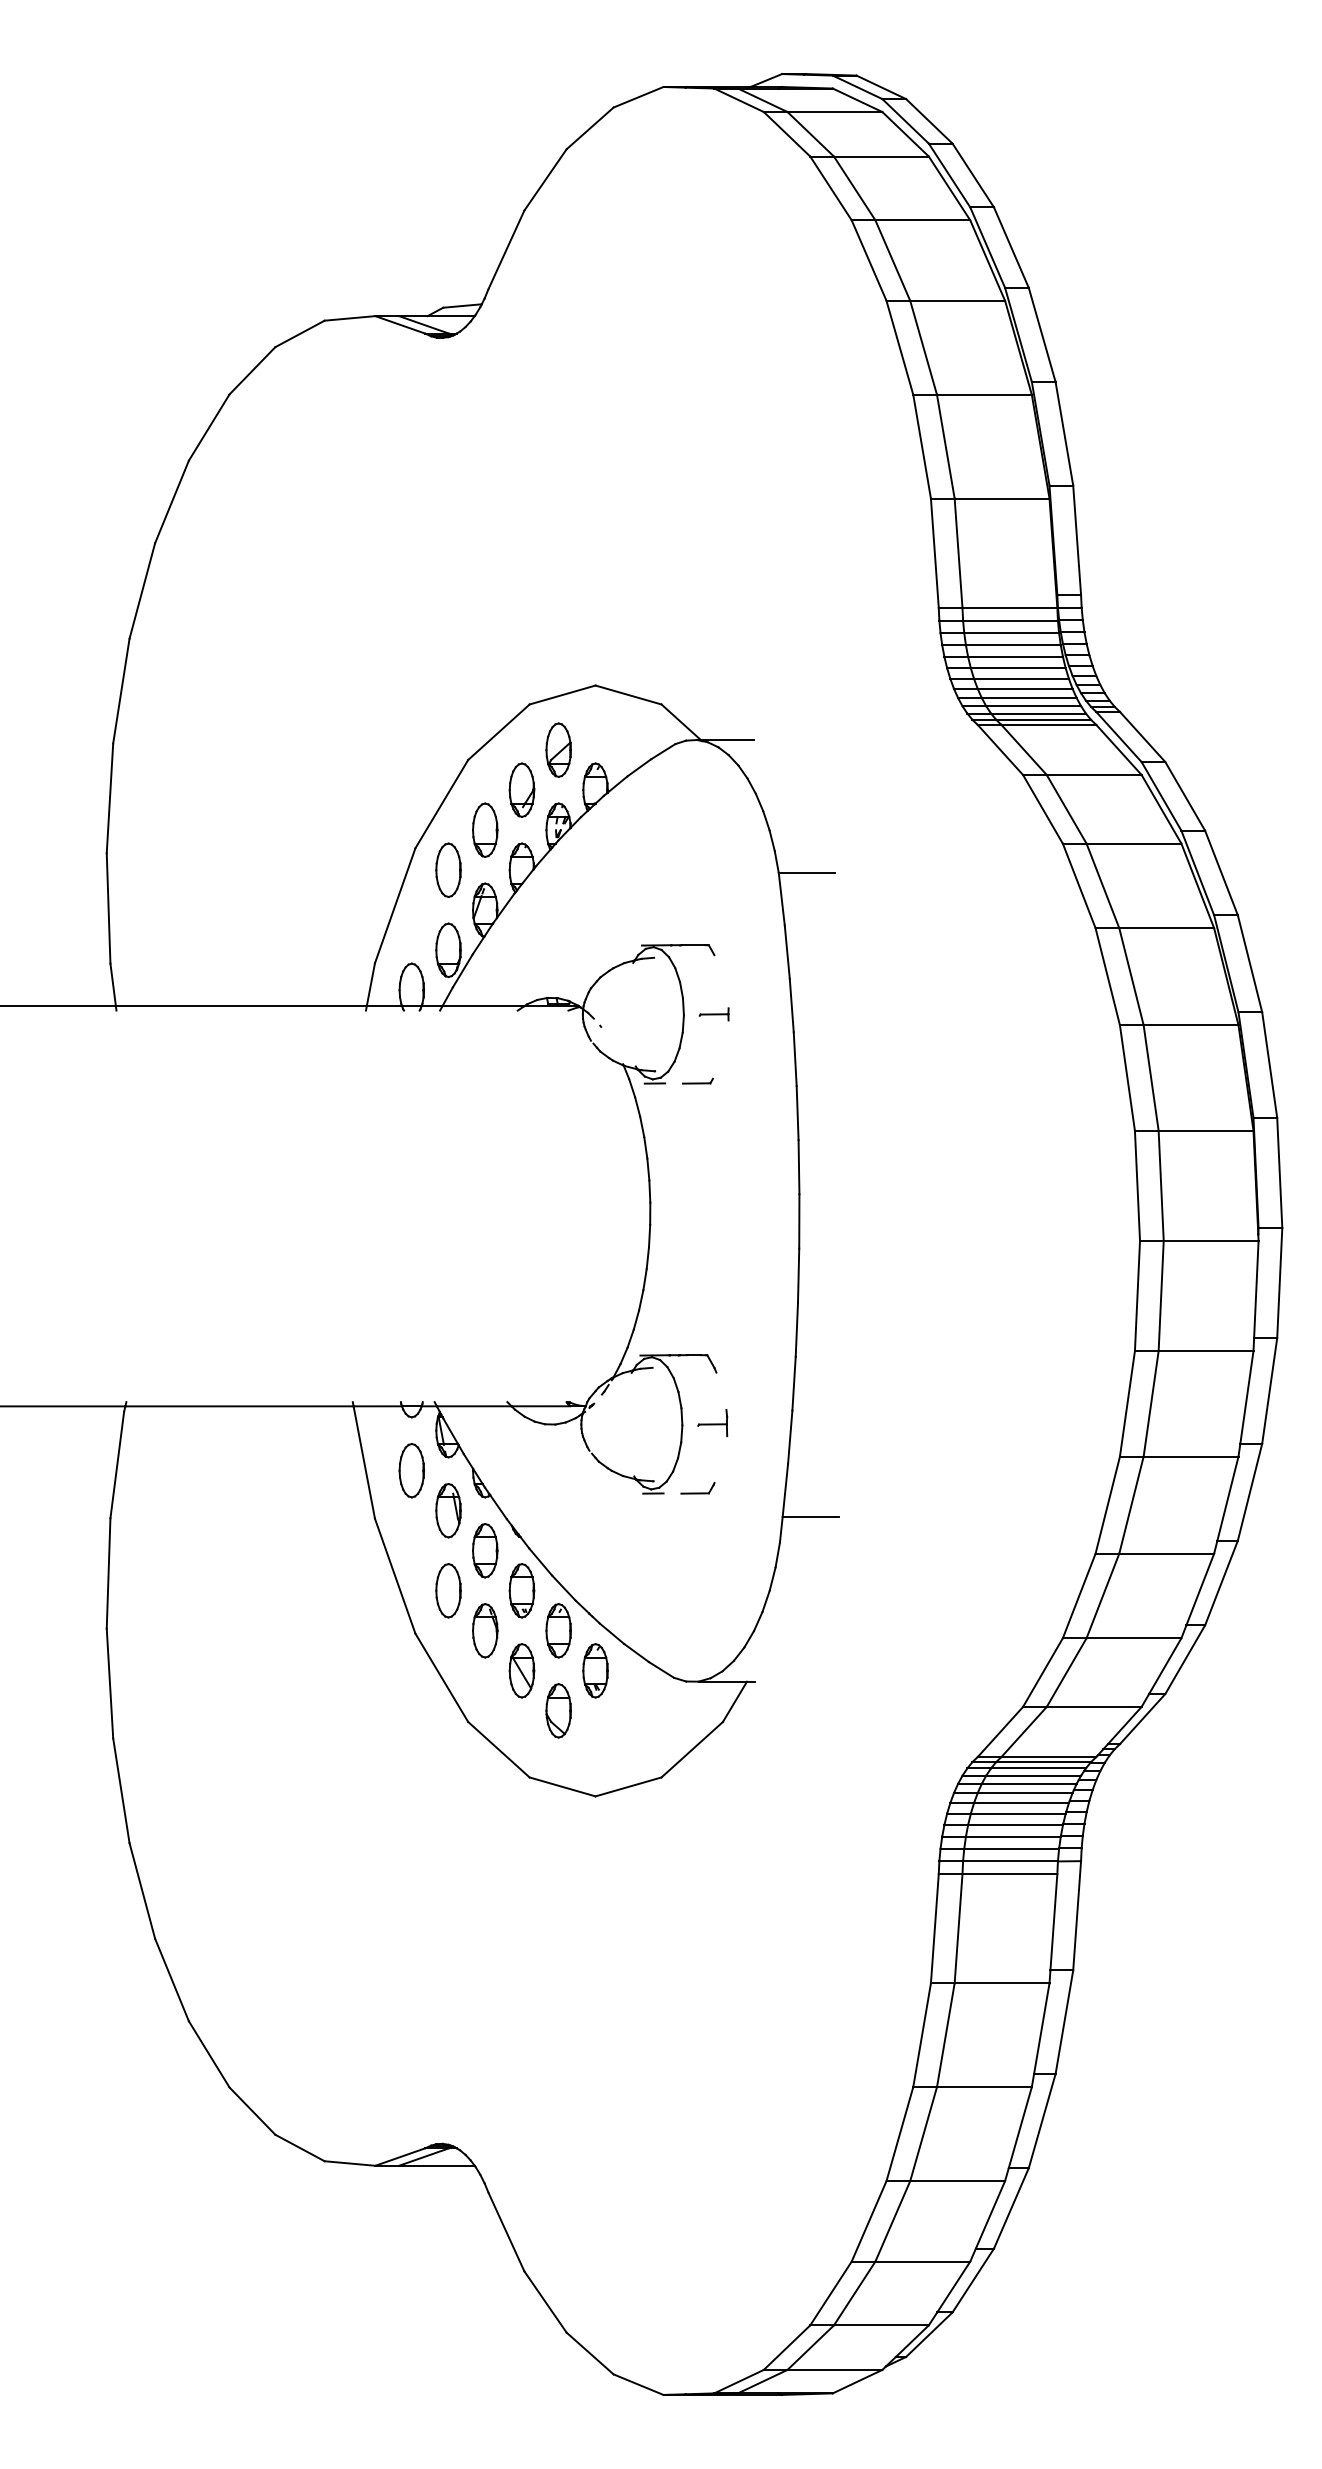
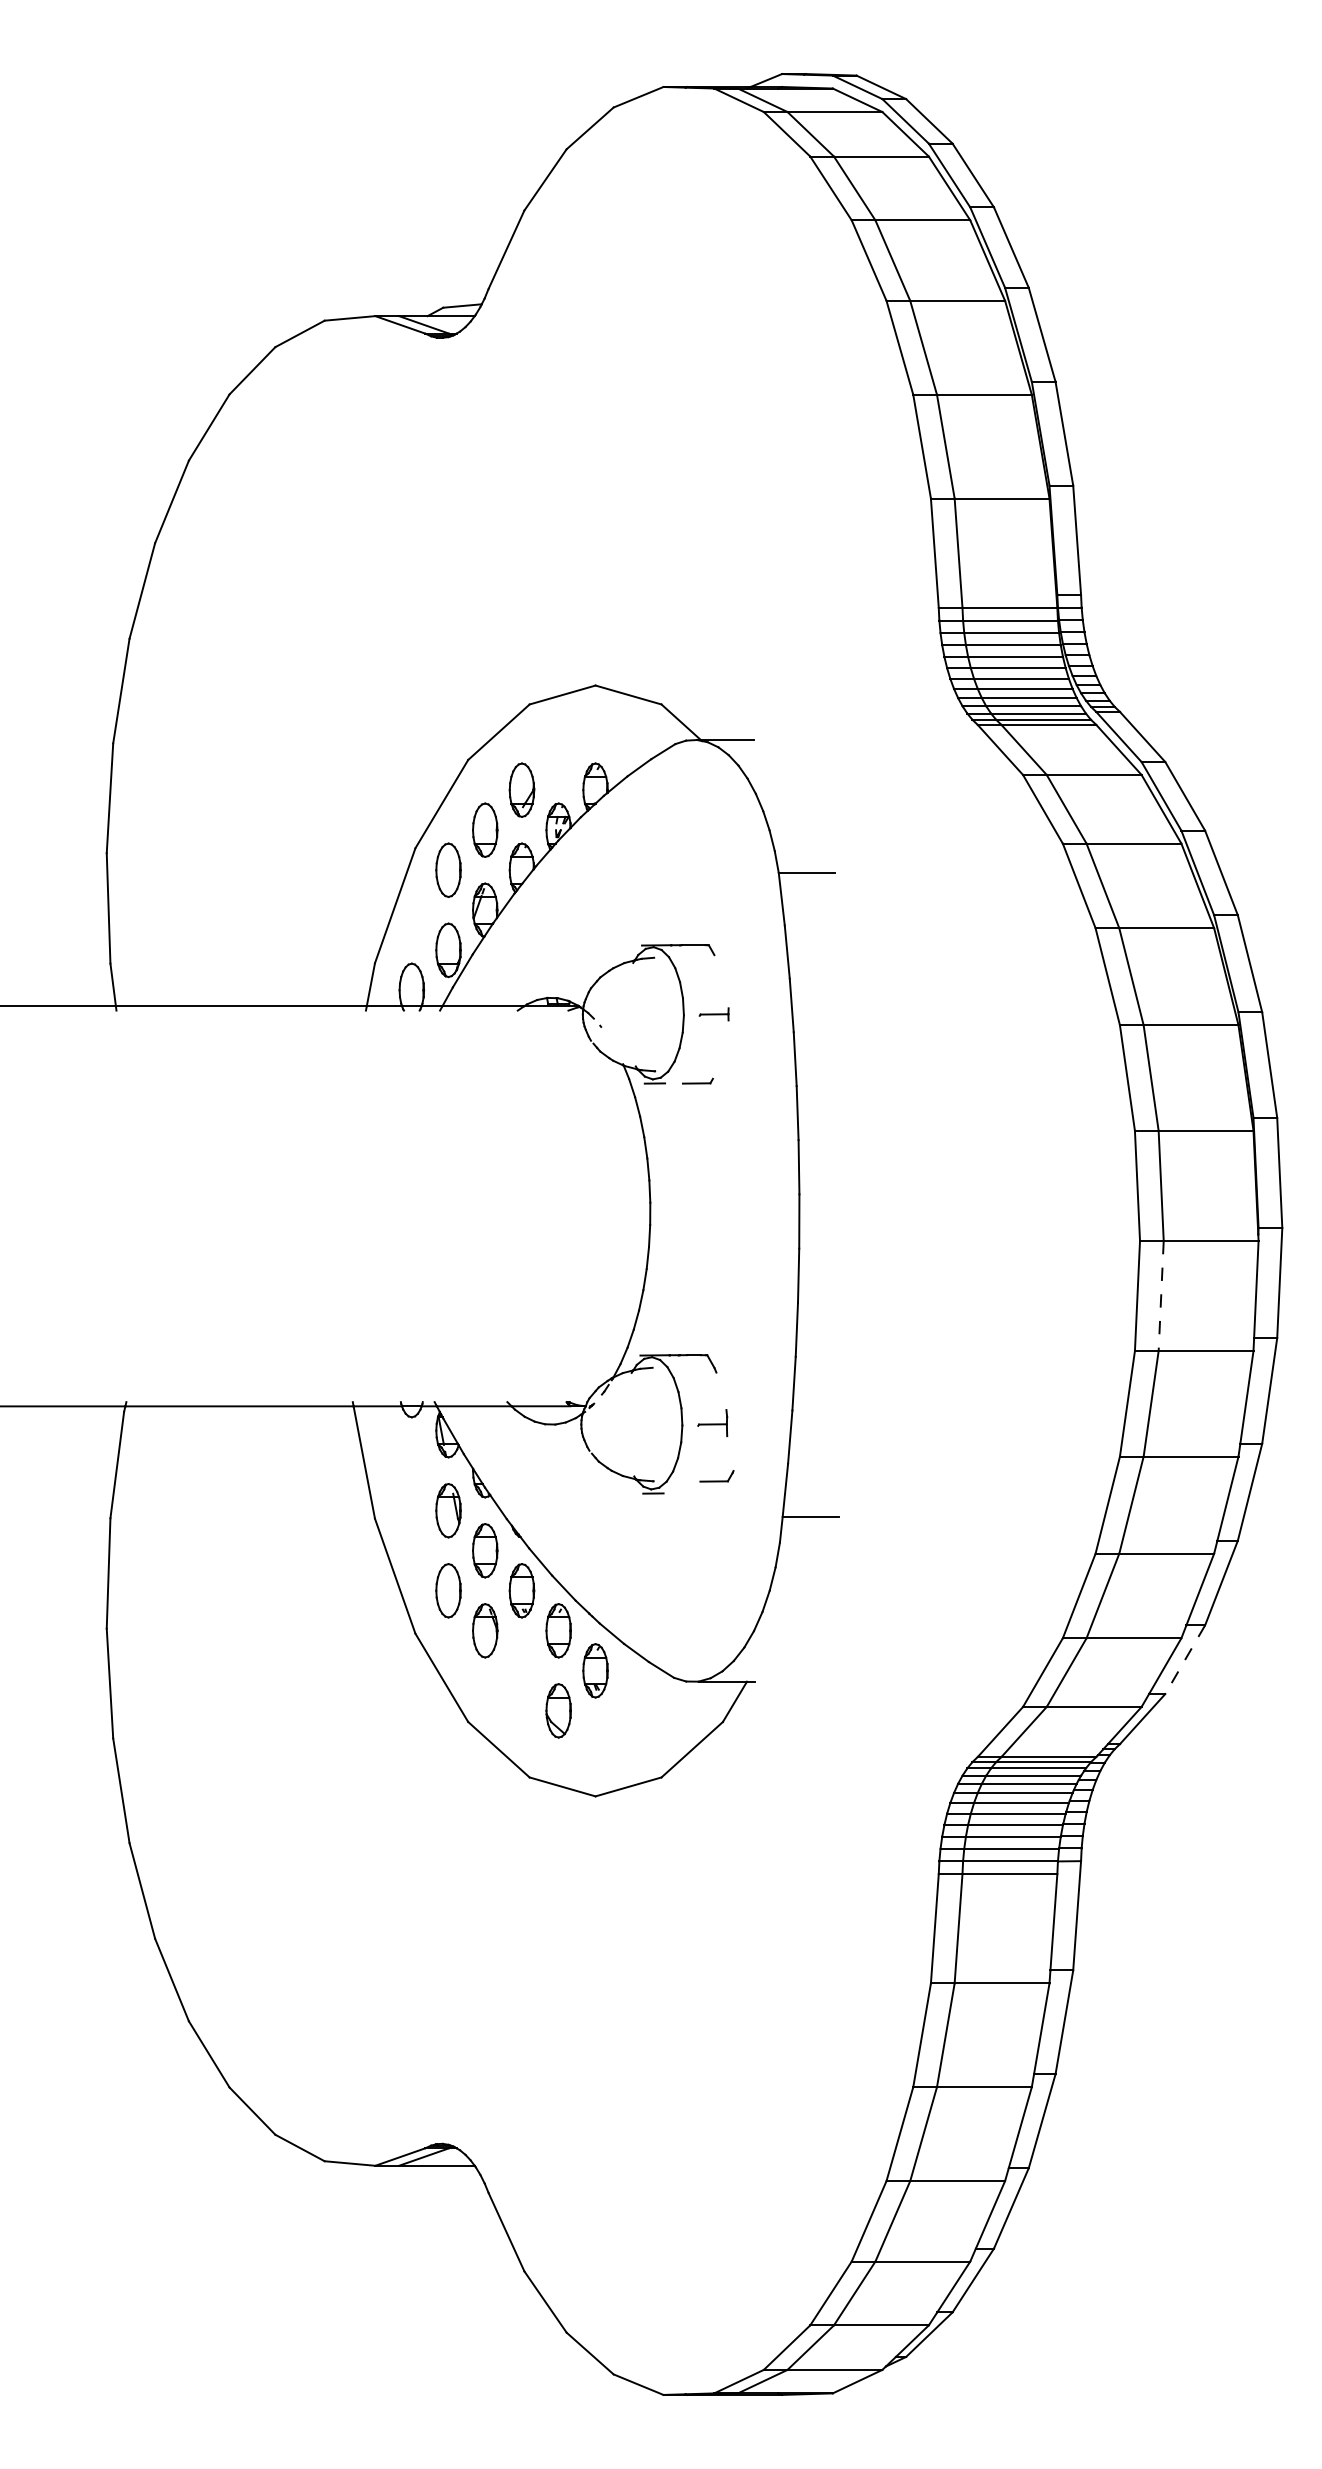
part at (558, 749): present -> none
line at (1161, 1296): solid -> dashed
part at (411, 1470): present -> none
part at (697, 1488) position: (697, 1488) -> (716, 1476)
line at (1185, 1659): solid -> dashed
part at (521, 1670): present -> none
